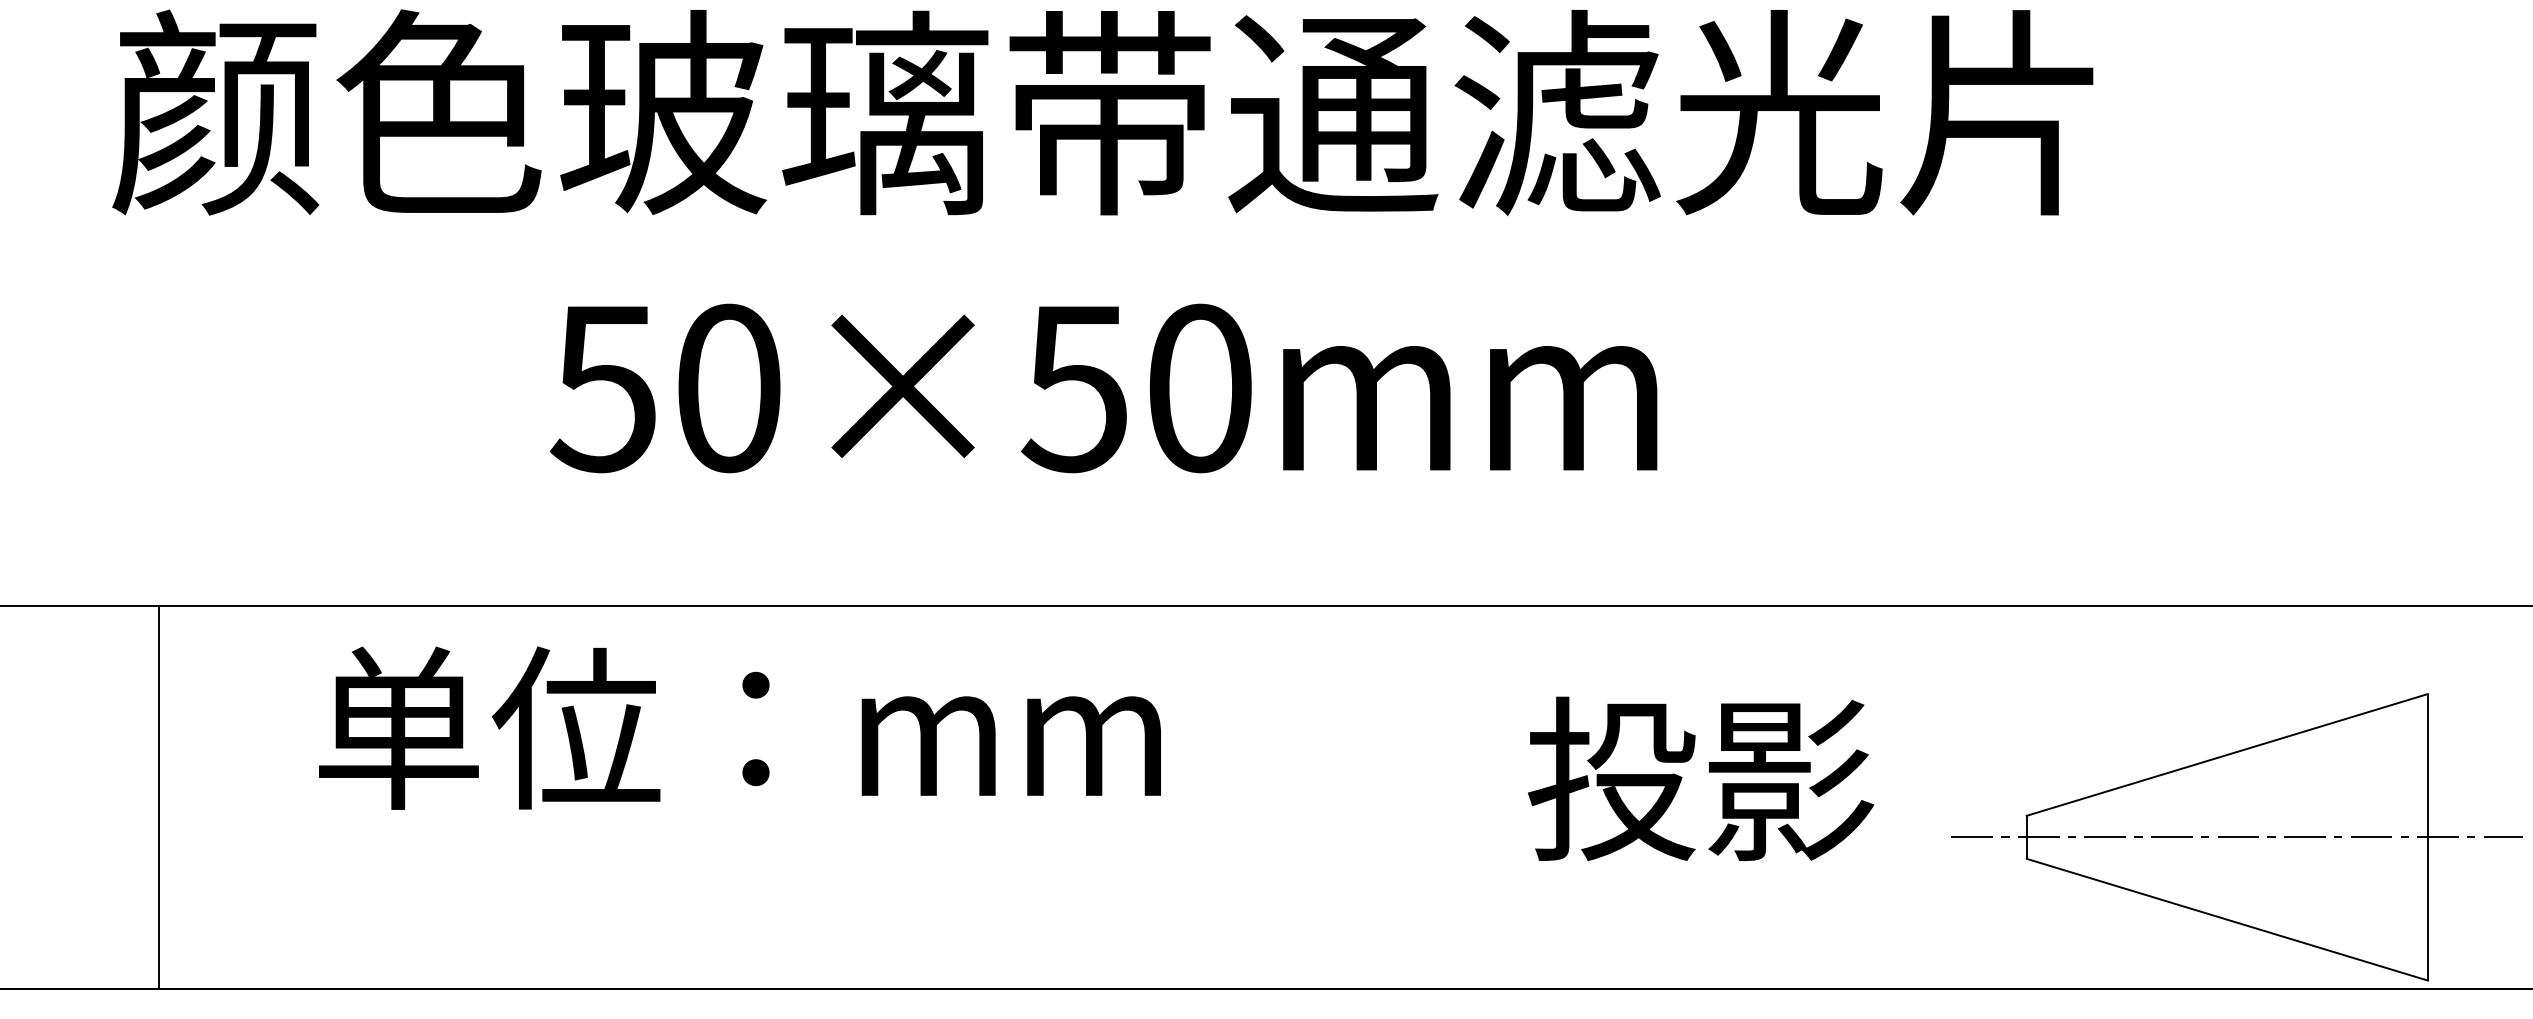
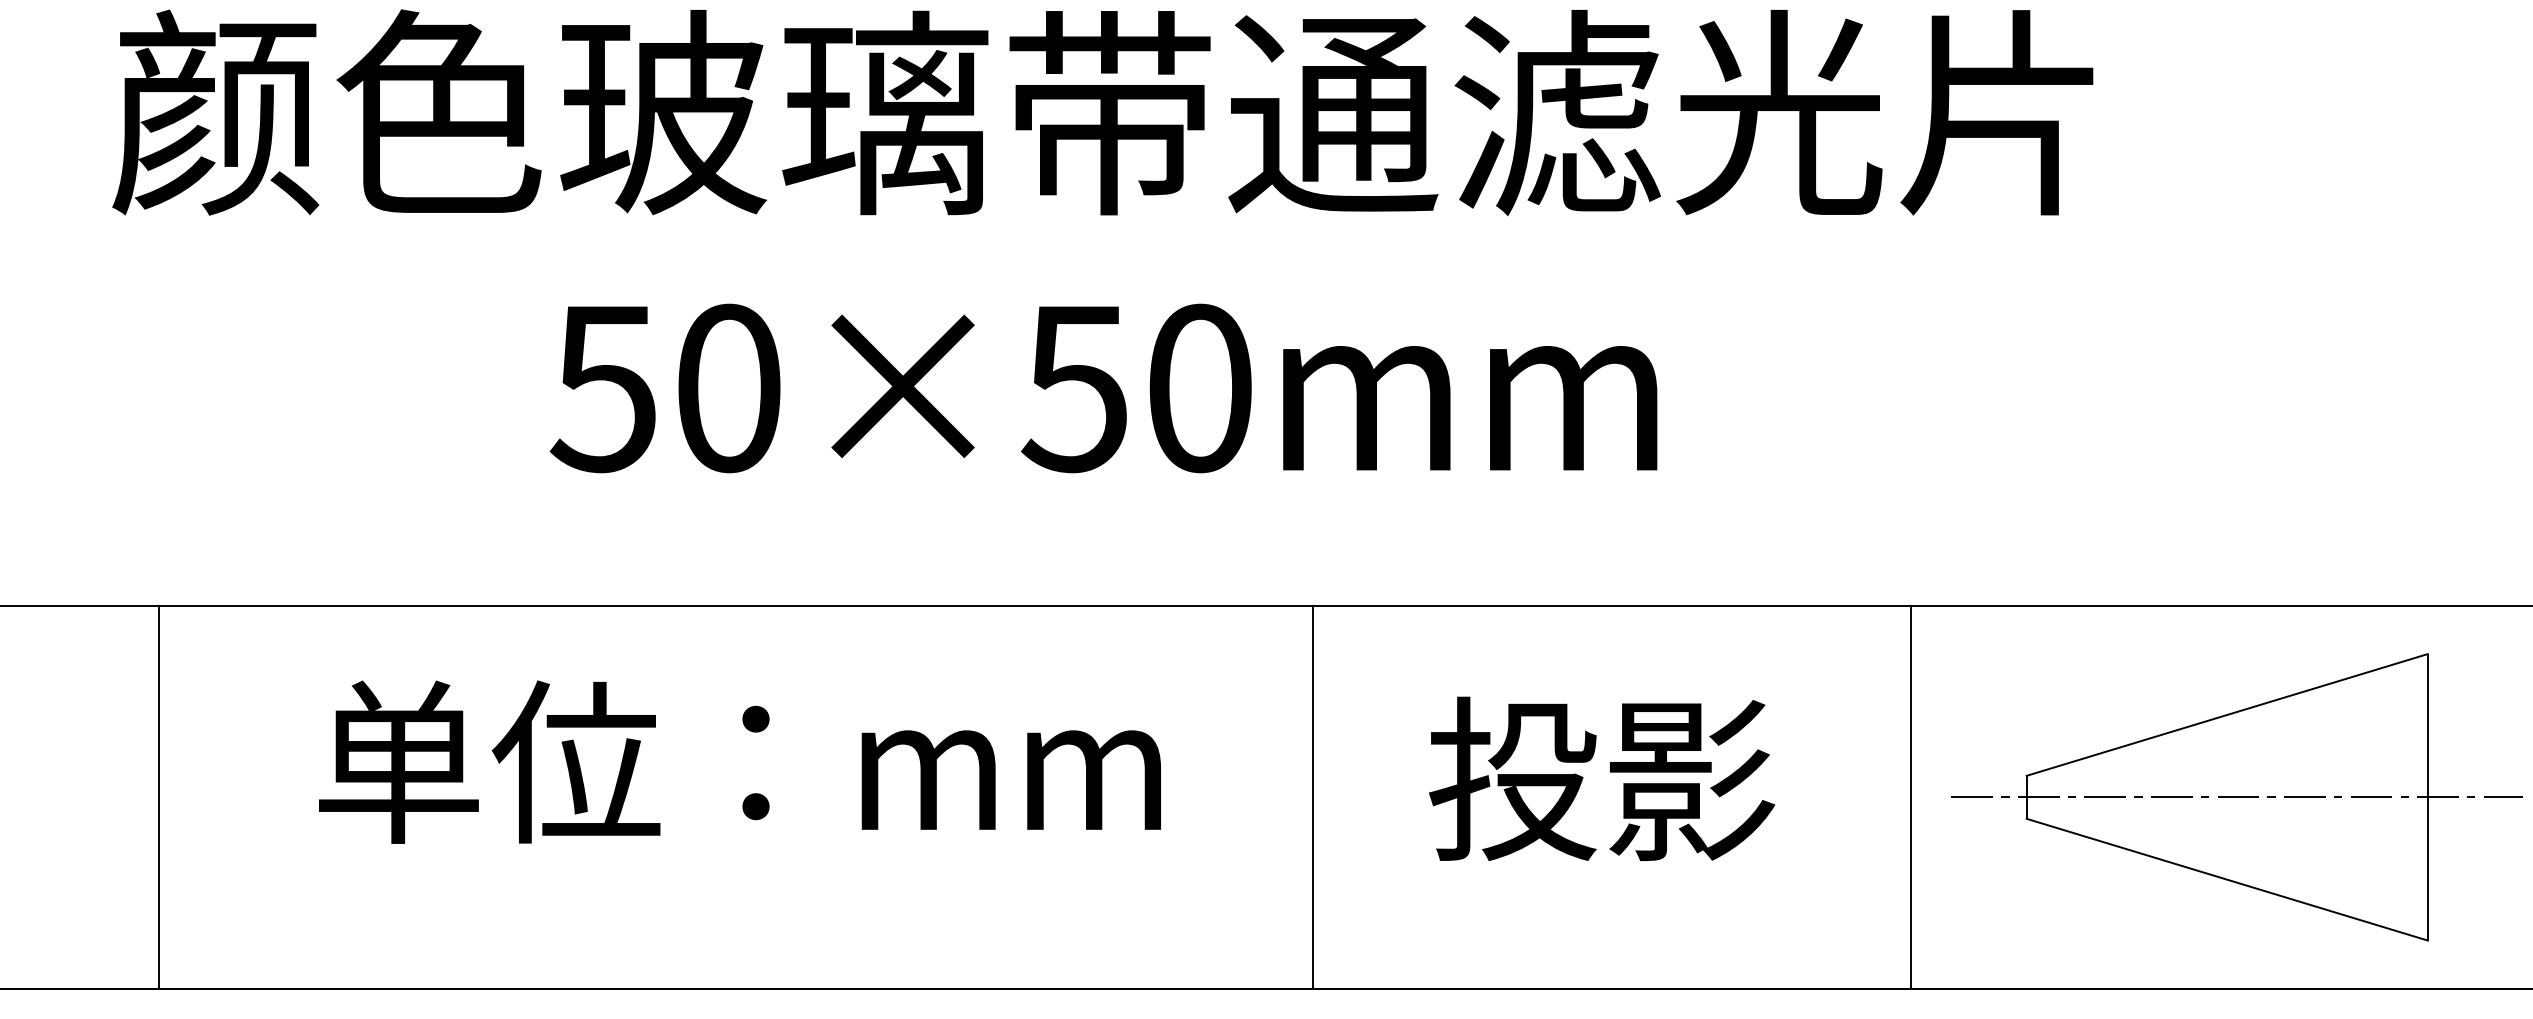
text at (739, 727) position: (739, 727) -> (739, 761)
text at (1701, 778) position: (1701, 778) -> (1602, 778)
line at (1313, 797): none -> present
line at (1911, 797): none -> present
part at (2236, 837) position: (2236, 837) -> (2236, 797)
